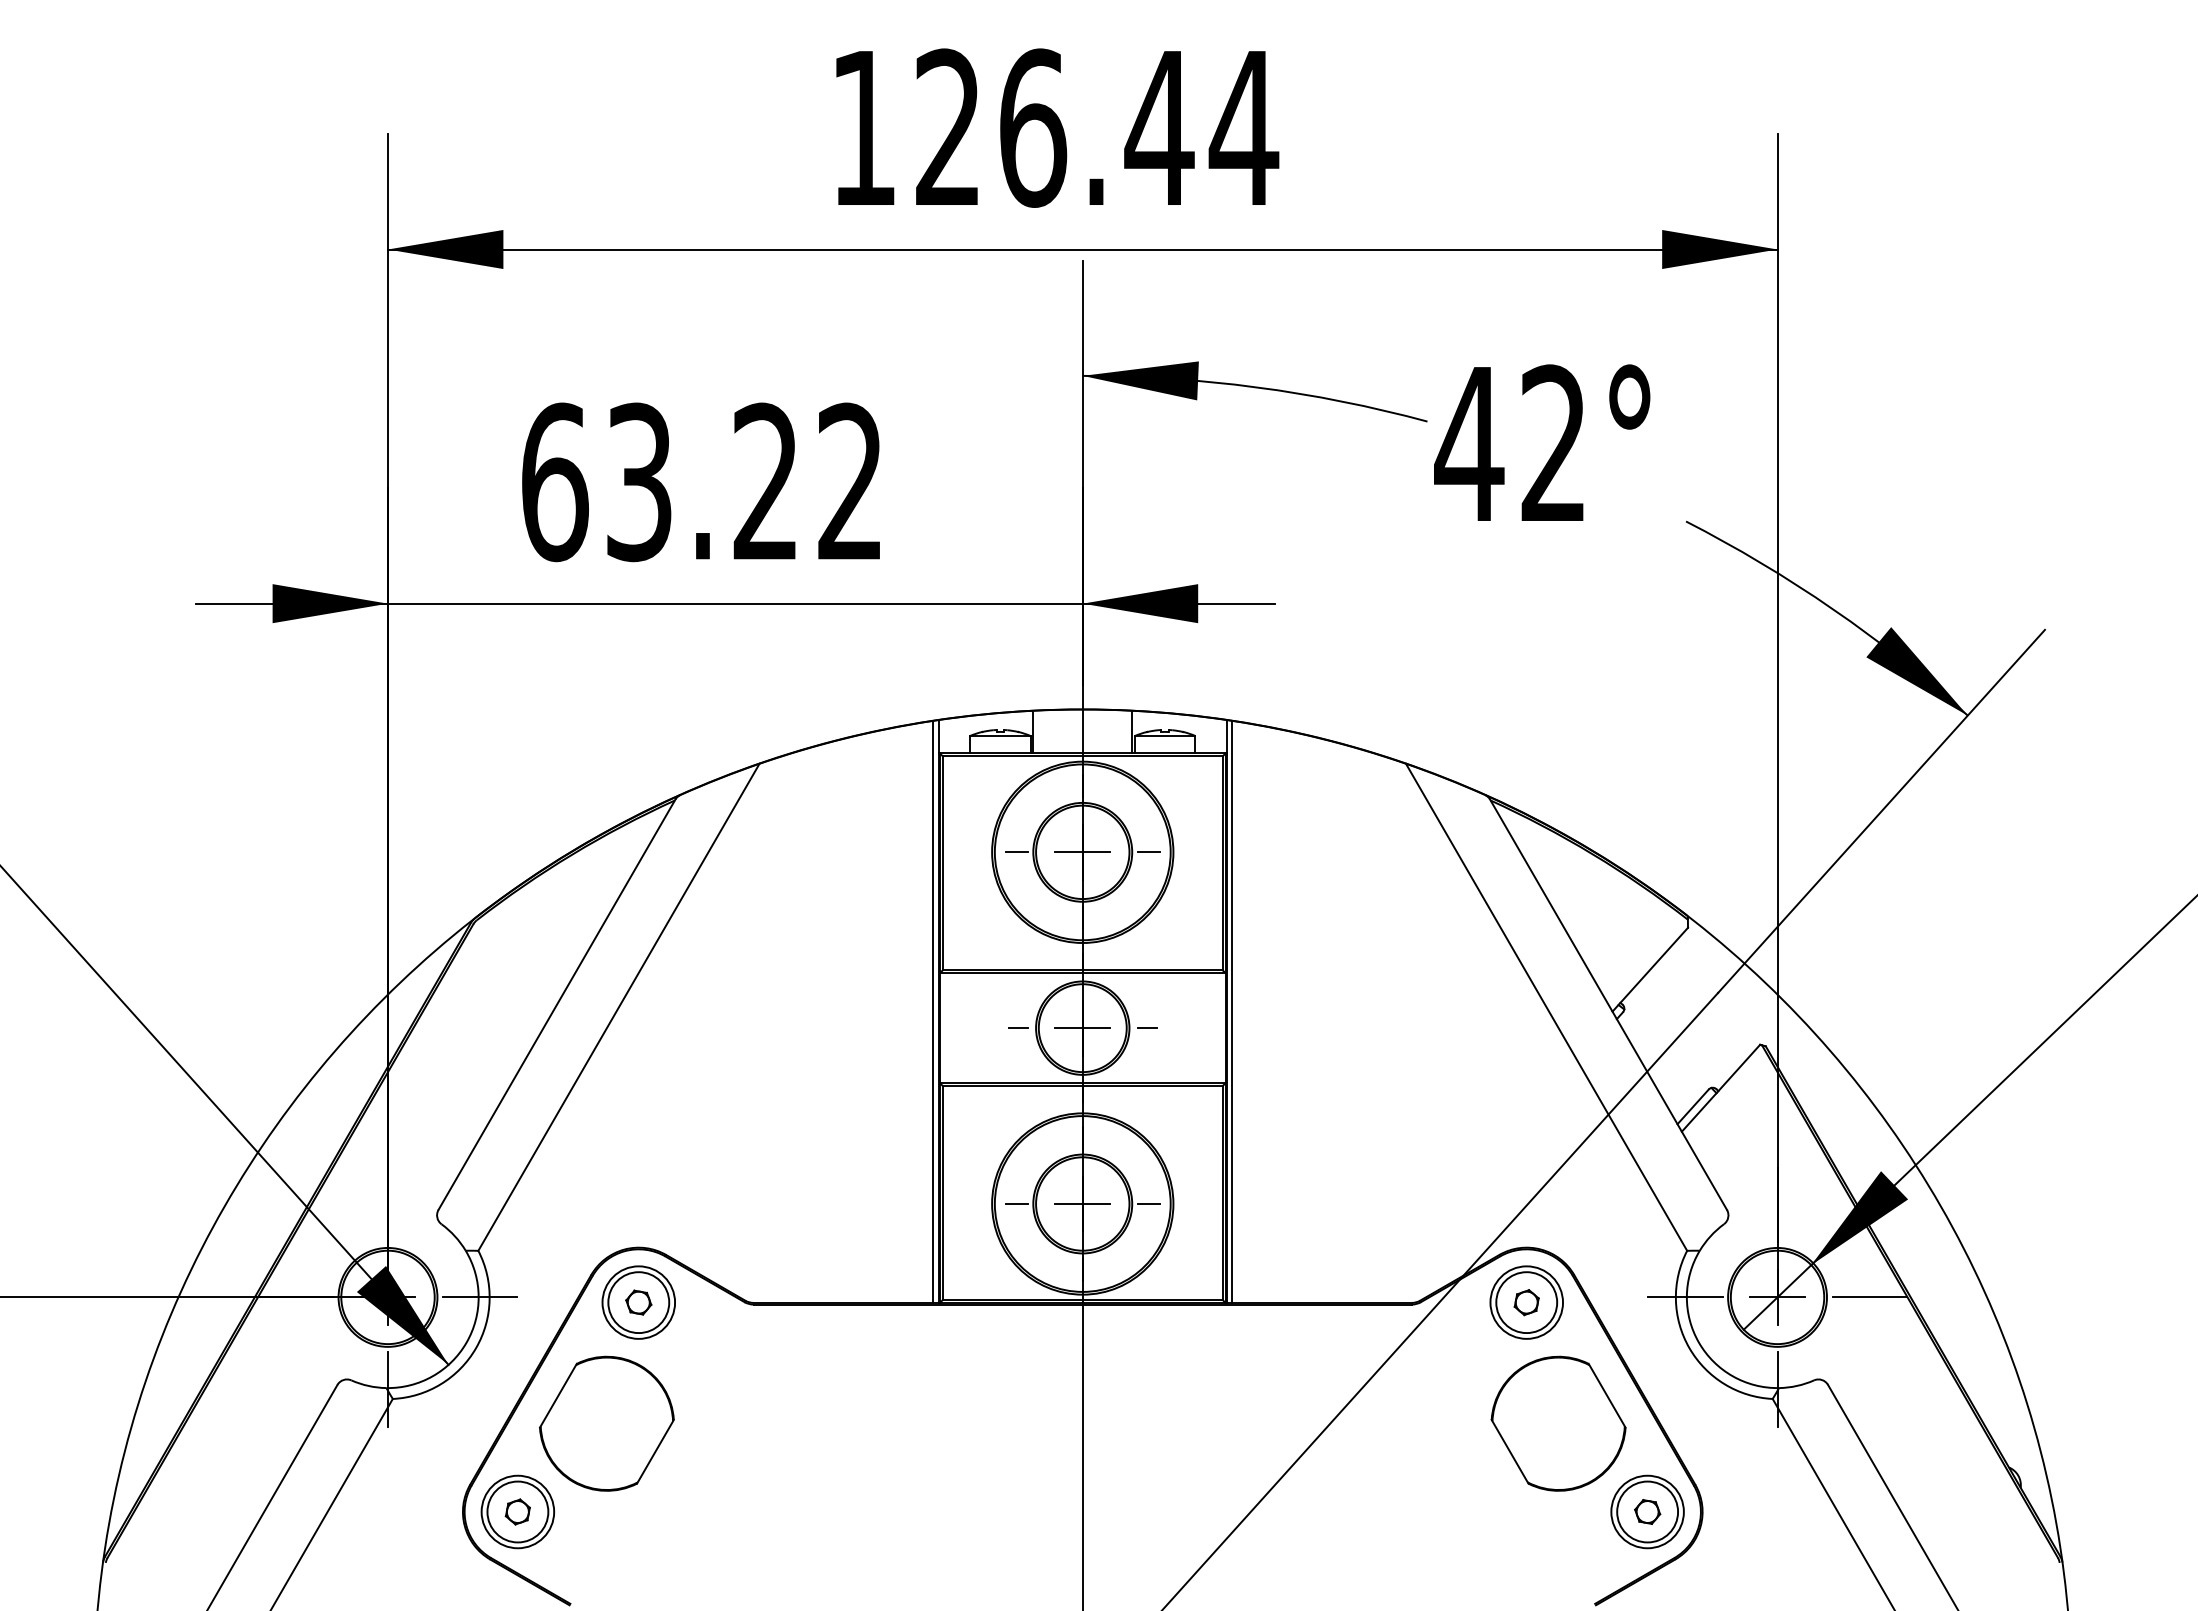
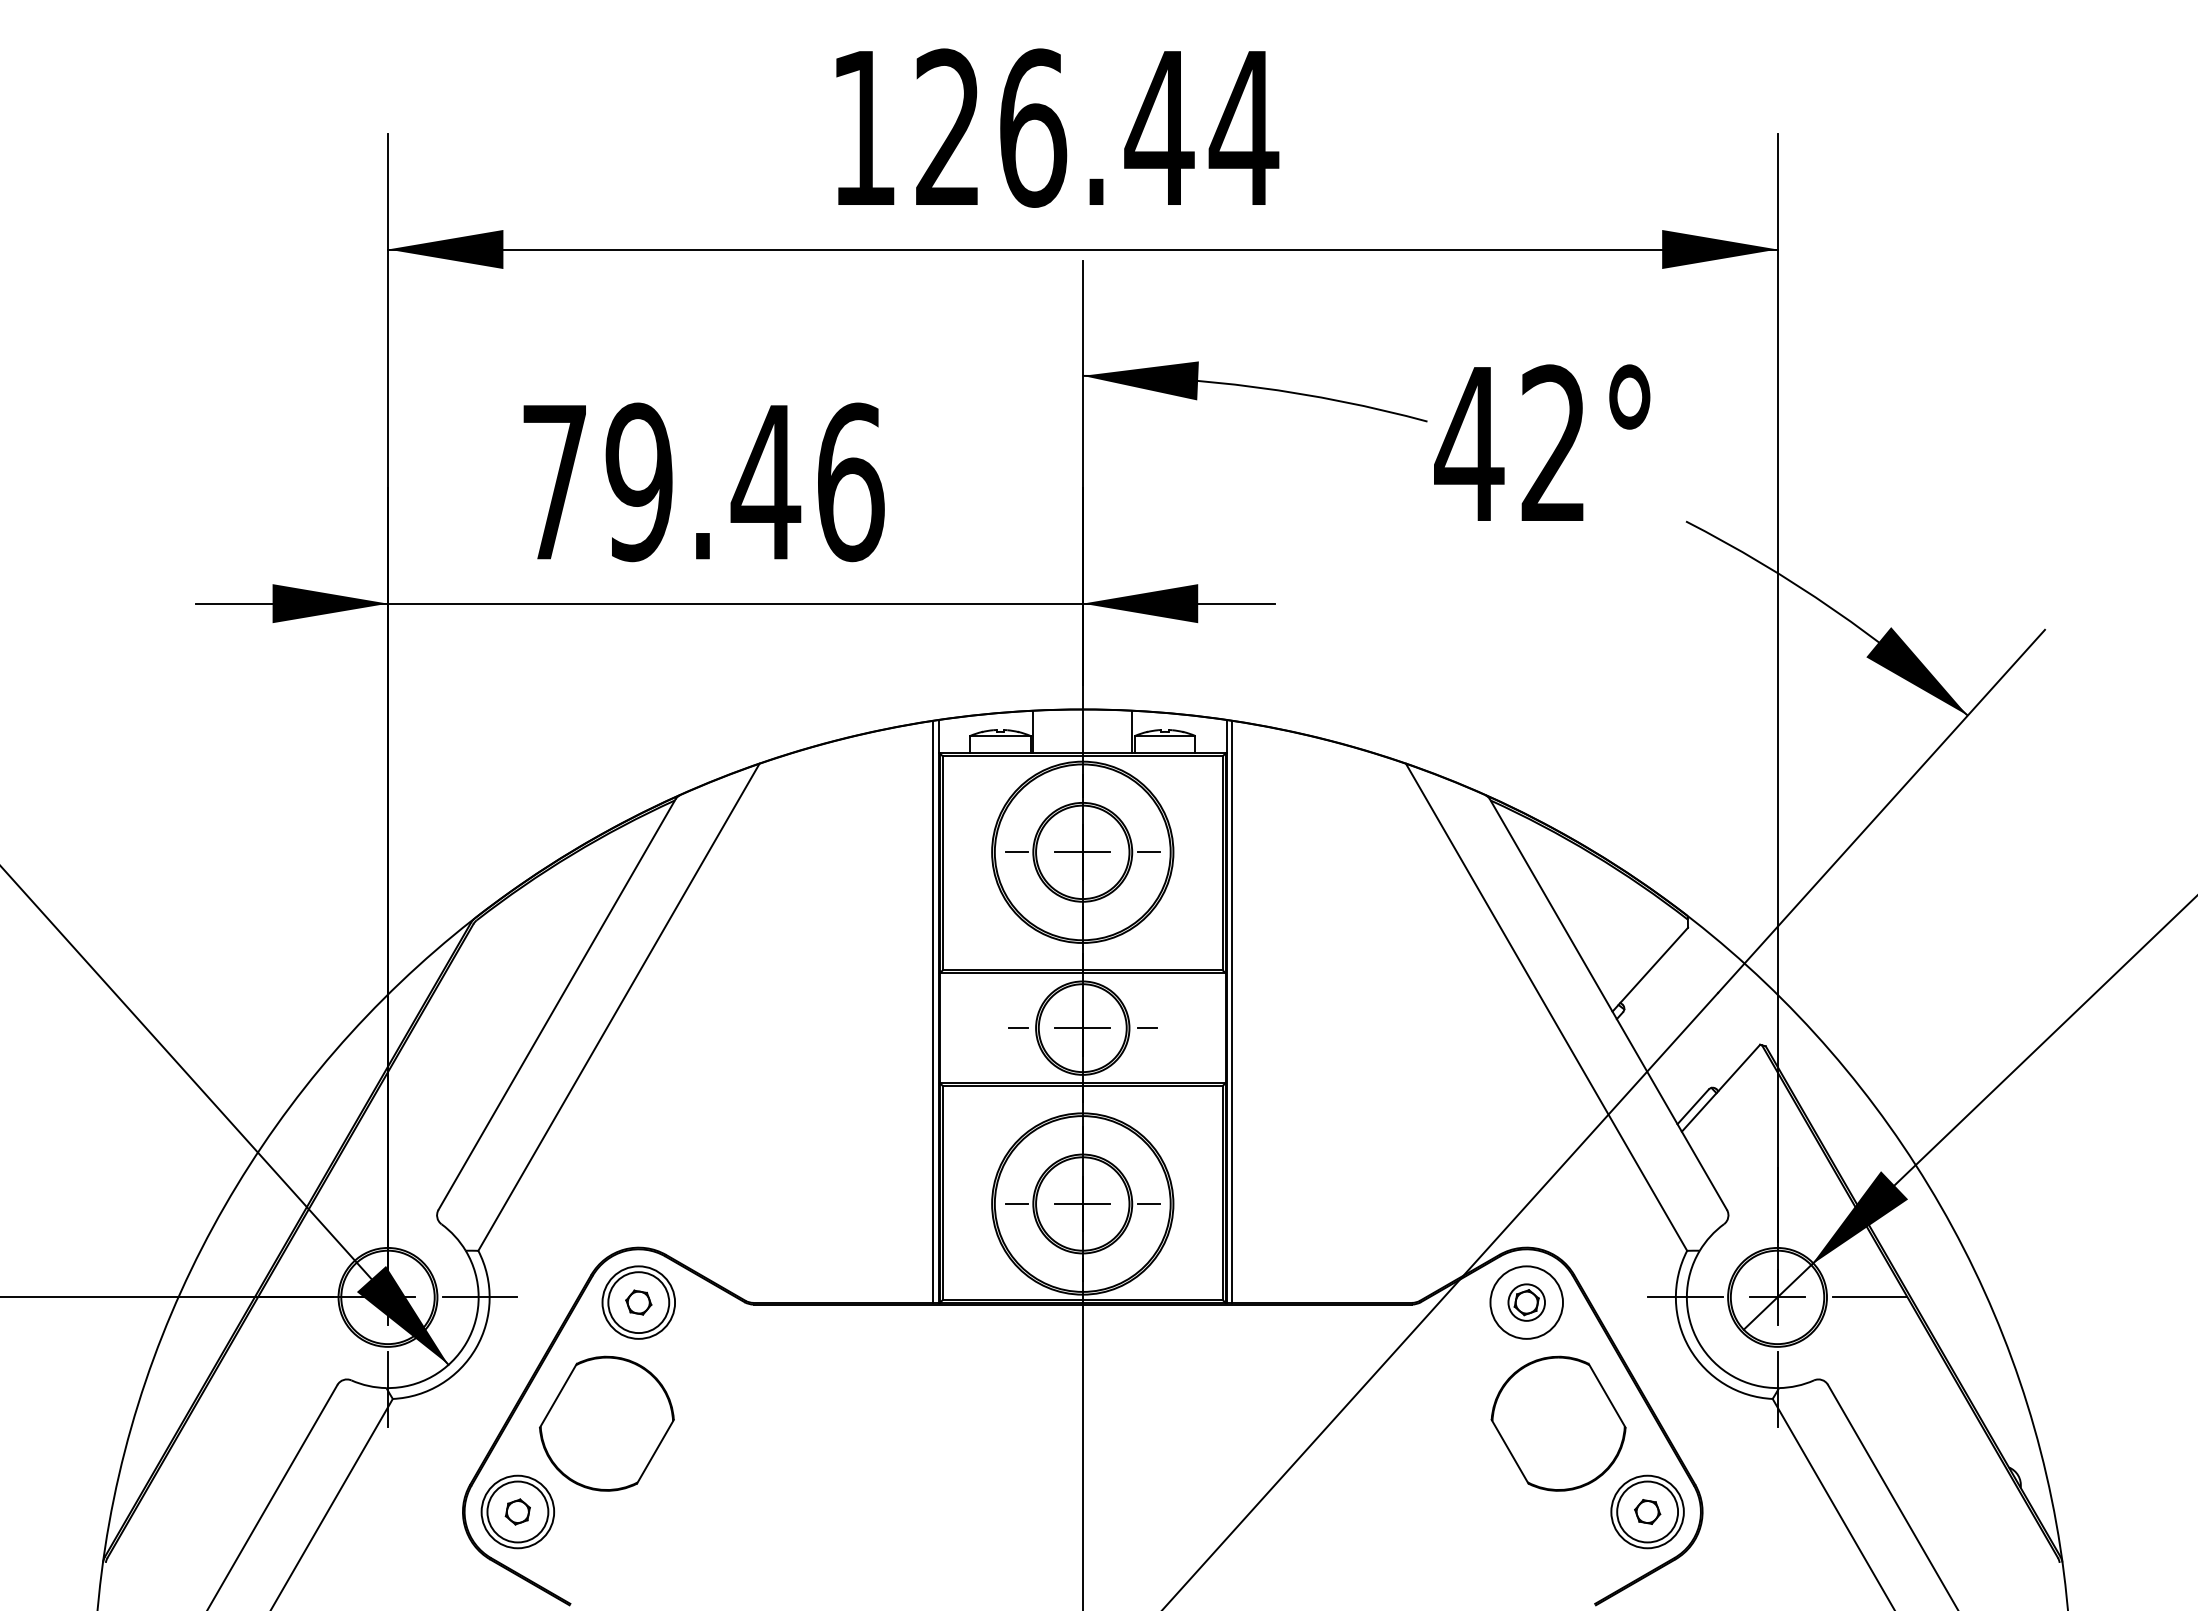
text at (703, 482): 63.22 -> 79.46
circle at (1526, 1302) diameter: 61 px -> 37 px
